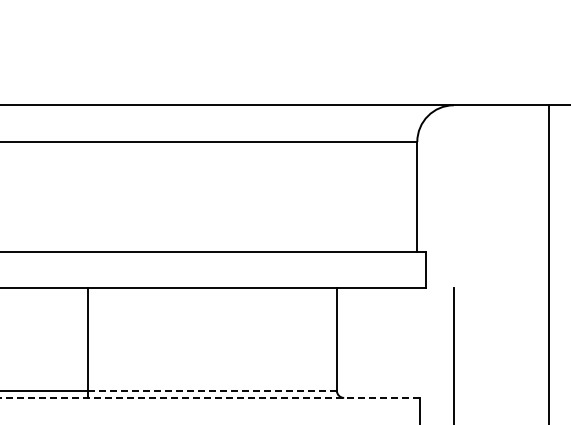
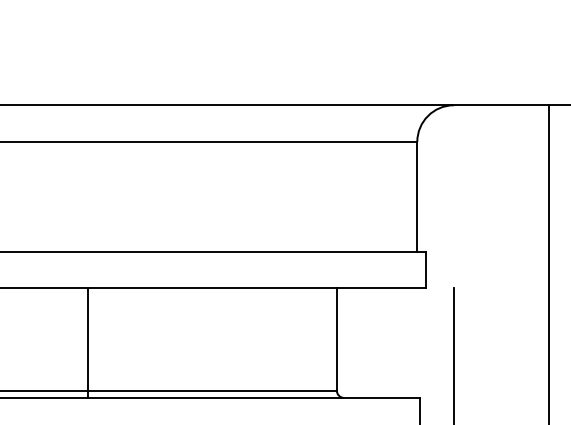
line at (212, 390): dashed -> solid
line at (210, 397): dashed -> solid
